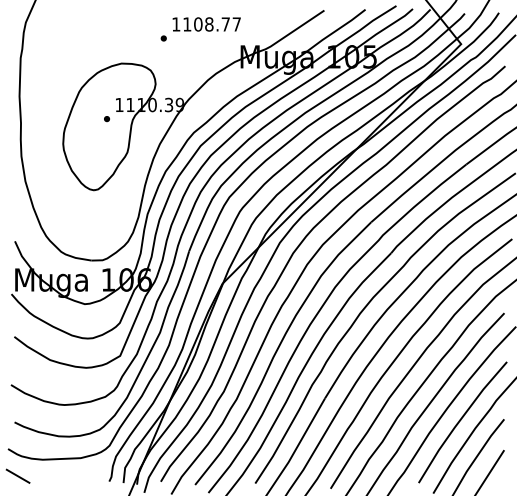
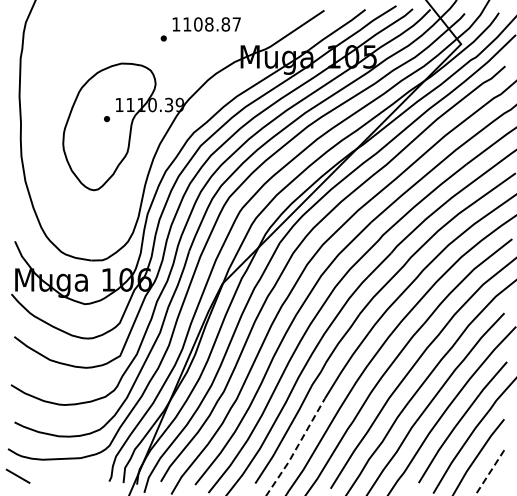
text at (225, 24): 1108.77 -> 1108.87
line at (296, 447): solid -> dashed
line at (489, 472): solid -> dashed
